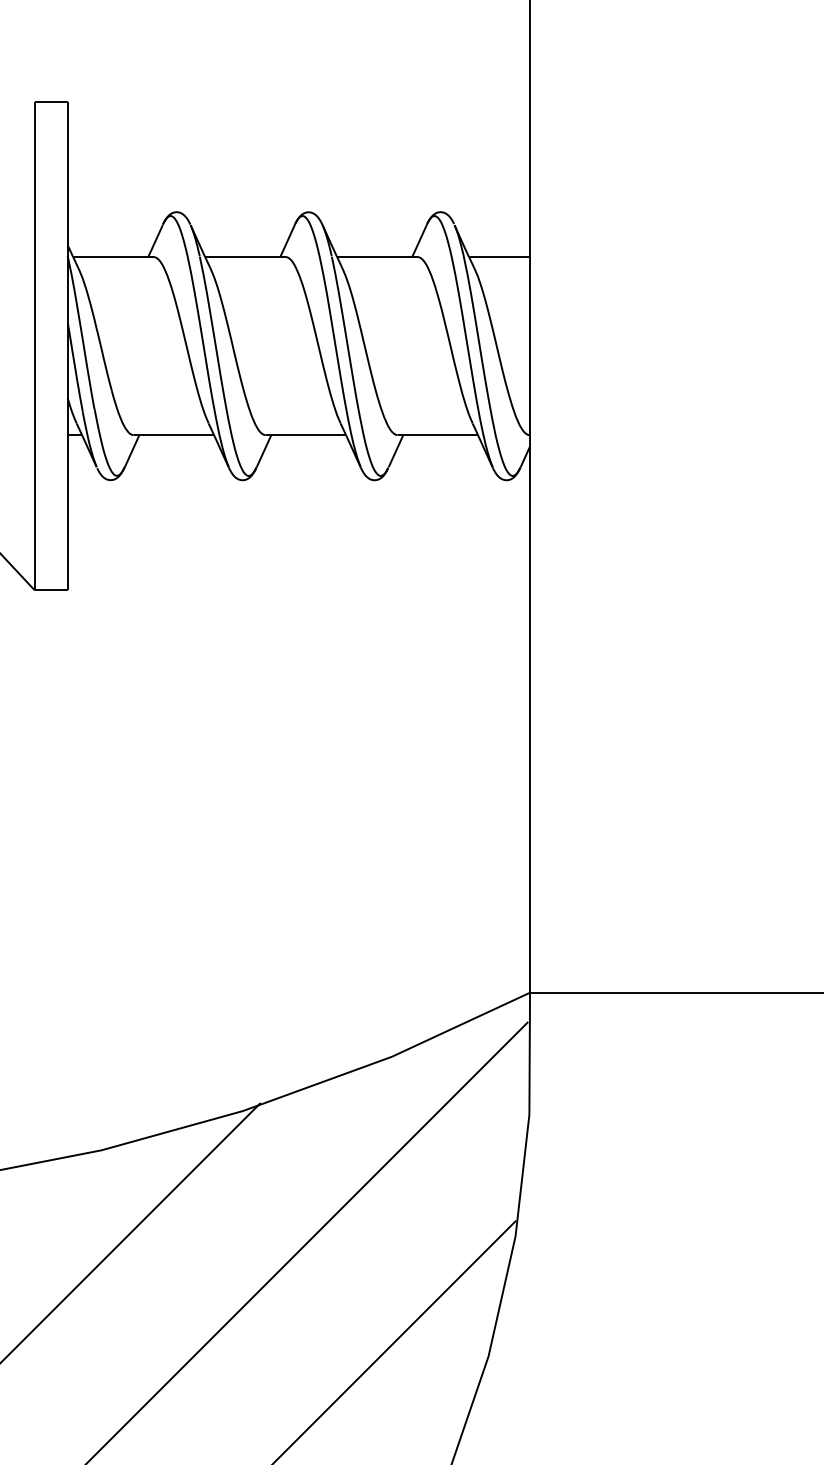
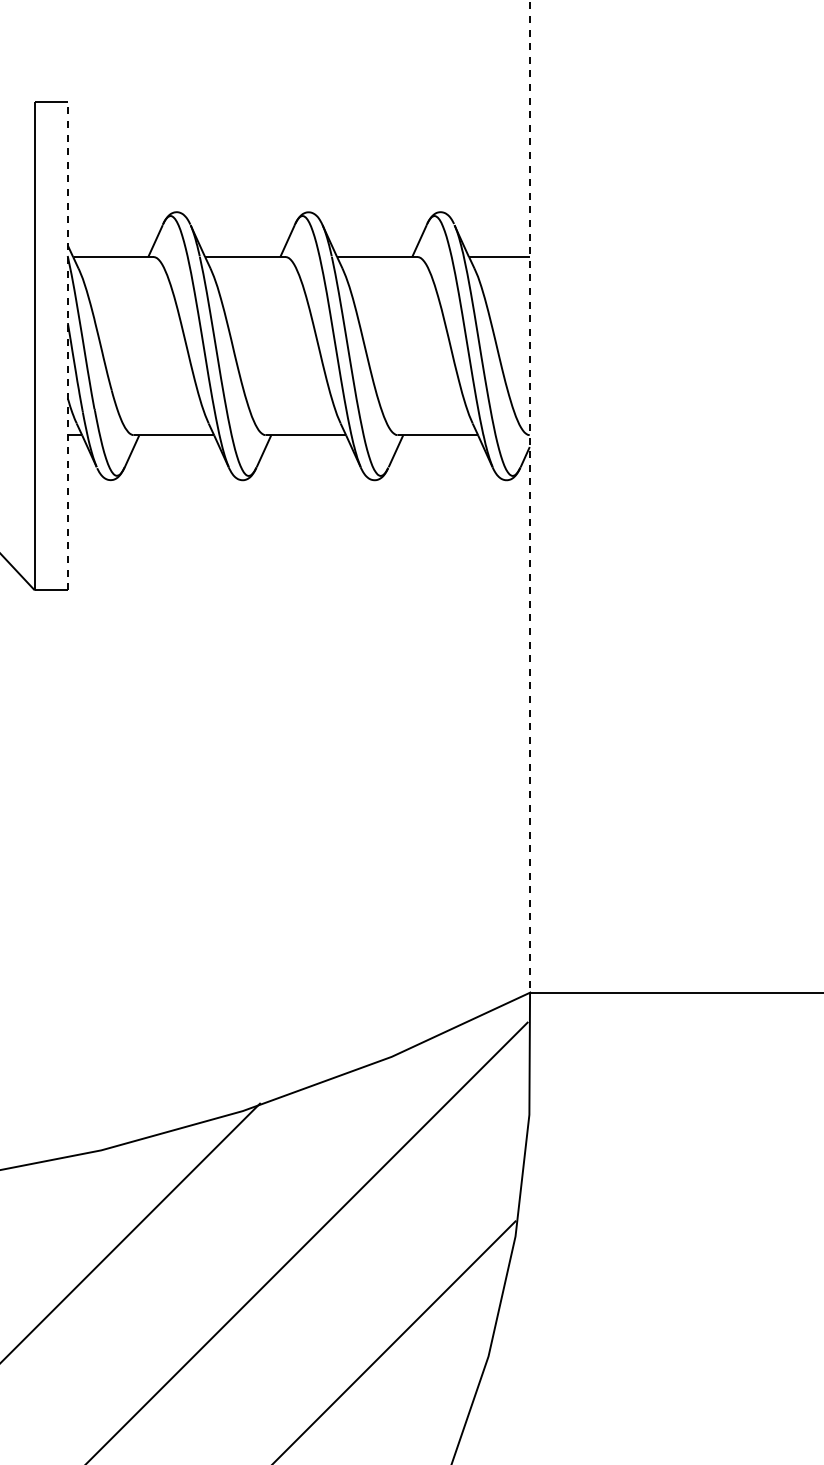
line at (67, 345): solid -> dashed
line at (529, 496): solid -> dashed
